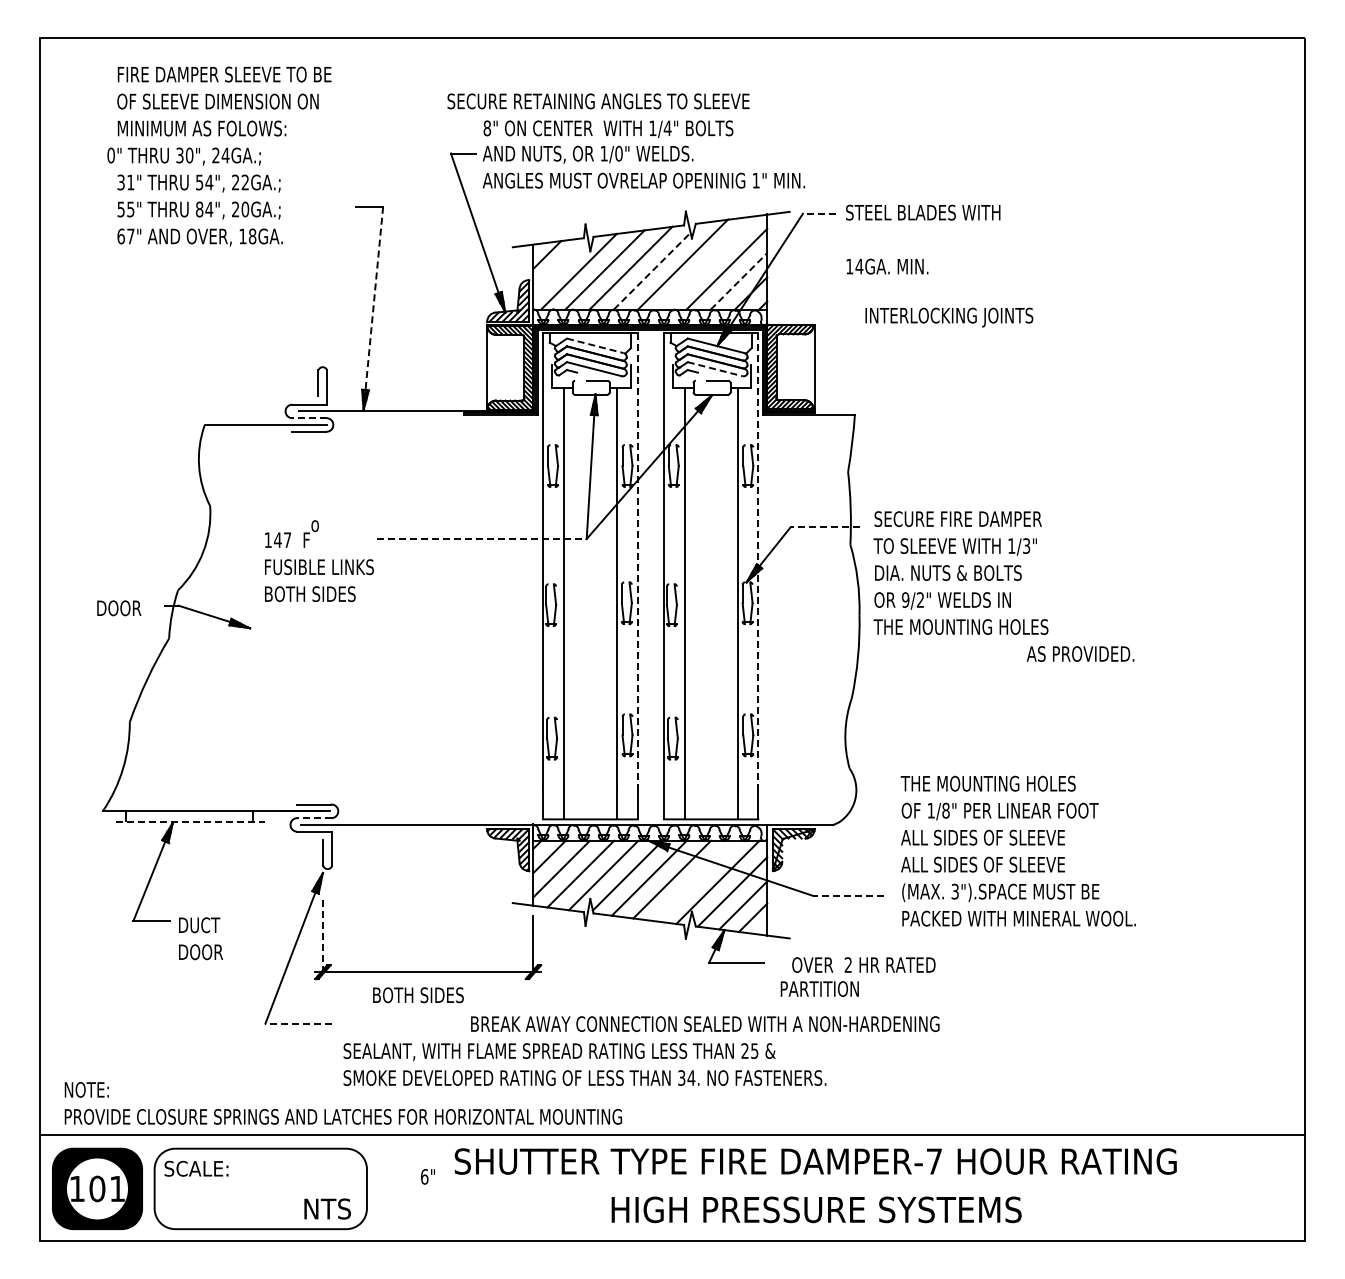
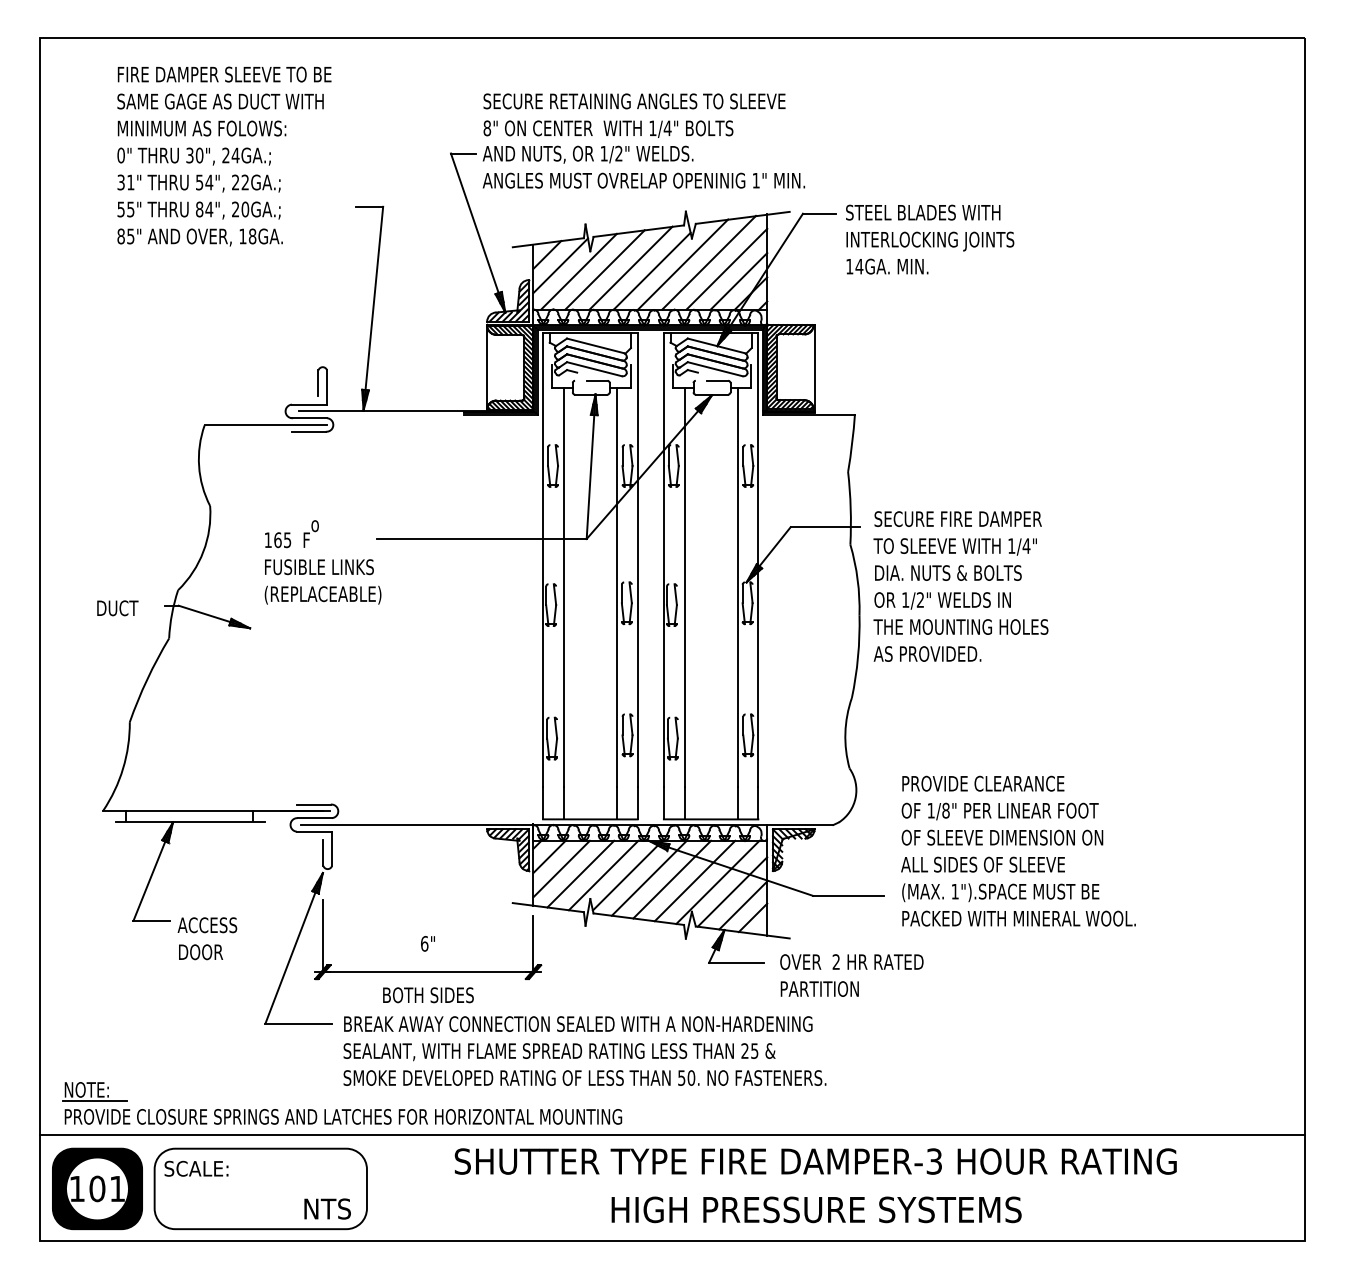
text at (220, 101): OF SLEEVE DIMENSION ON -> SAME GAGE AS DUCT WITH
text at (598, 101) position: (598, 101) -> (634, 101)
text at (618, 153): 1/0" -> 1/2"
text at (183, 156) position: (183, 156) -> (193, 156)
line at (819, 213): dashed -> solid
text at (125, 236): 67" -> 85"
line at (709, 262): none -> present
line at (560, 265): none -> present
line at (652, 270): dashed -> solid
line at (739, 281): dashed -> solid
line at (373, 309): dashed -> solid
text at (949, 317) position: (949, 317) -> (930, 241)
line at (595, 345): dashed -> solid
line at (715, 369): dashed -> solid
line at (308, 418): dashed -> solid
line at (825, 527): dashed -> solid
line at (481, 539): dashed -> solid
text at (282, 540): 147 -> 165
text at (1026, 545): 1/3" -> 1/4"
line at (637, 560): dashed -> solid
line at (758, 560): dashed -> solid
text at (322, 594): BOTH SIDES -> (REPLACEABLE)
text at (905, 599): 9/2" -> 1/2"
text at (124, 608): DOOR -> DUCT
text at (1080, 653) position: (1080, 653) -> (927, 653)
text at (987, 783): THE MOUNTING HOLES -> PROVIDE CLEARANCE
line at (314, 818): dashed -> solid
line at (191, 821): dashed -> solid
text at (1002, 837): ALL SIDES OF SLEEVE -> OF SLEEVE DIMENSION ON
line at (694, 880): none -> present
text at (954, 891): 3").SPACE -> 1").SPACE
line at (847, 895): dashed -> solid
text at (207, 925): DUCT -> ACCESS
line at (322, 936): dashed -> solid
text at (863, 964) position: (863, 964) -> (851, 961)
text at (418, 995) position: (418, 995) -> (428, 995)
line at (298, 1023): dashed -> solid
text at (705, 1023) position: (705, 1023) -> (578, 1023)
text at (686, 1077): 34. -> 50.
line at (94, 1101): none -> present
text at (933, 1161): DAMPER-7 -> DAMPER-3
text at (427, 1176) position: (427, 1176) -> (427, 943)
